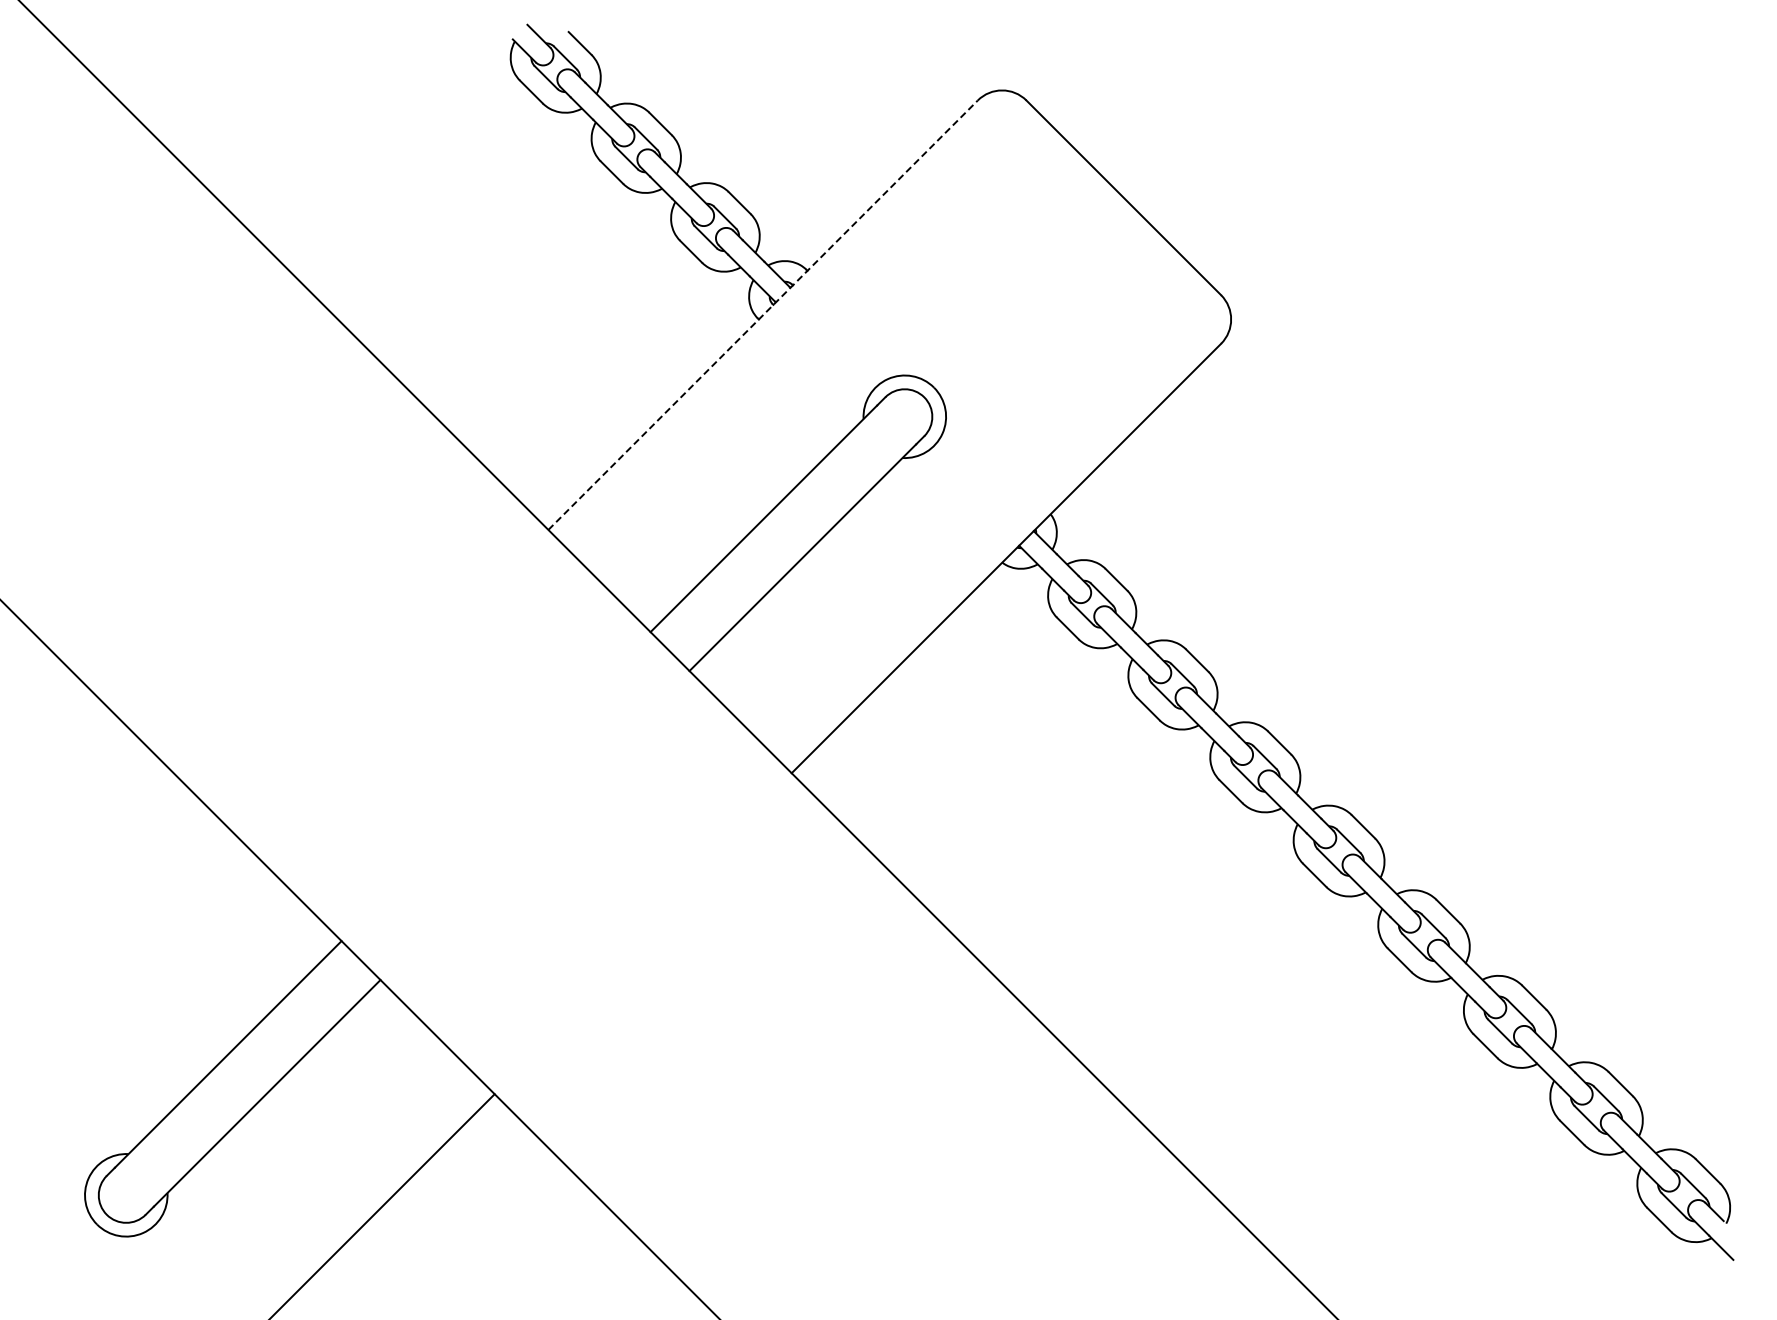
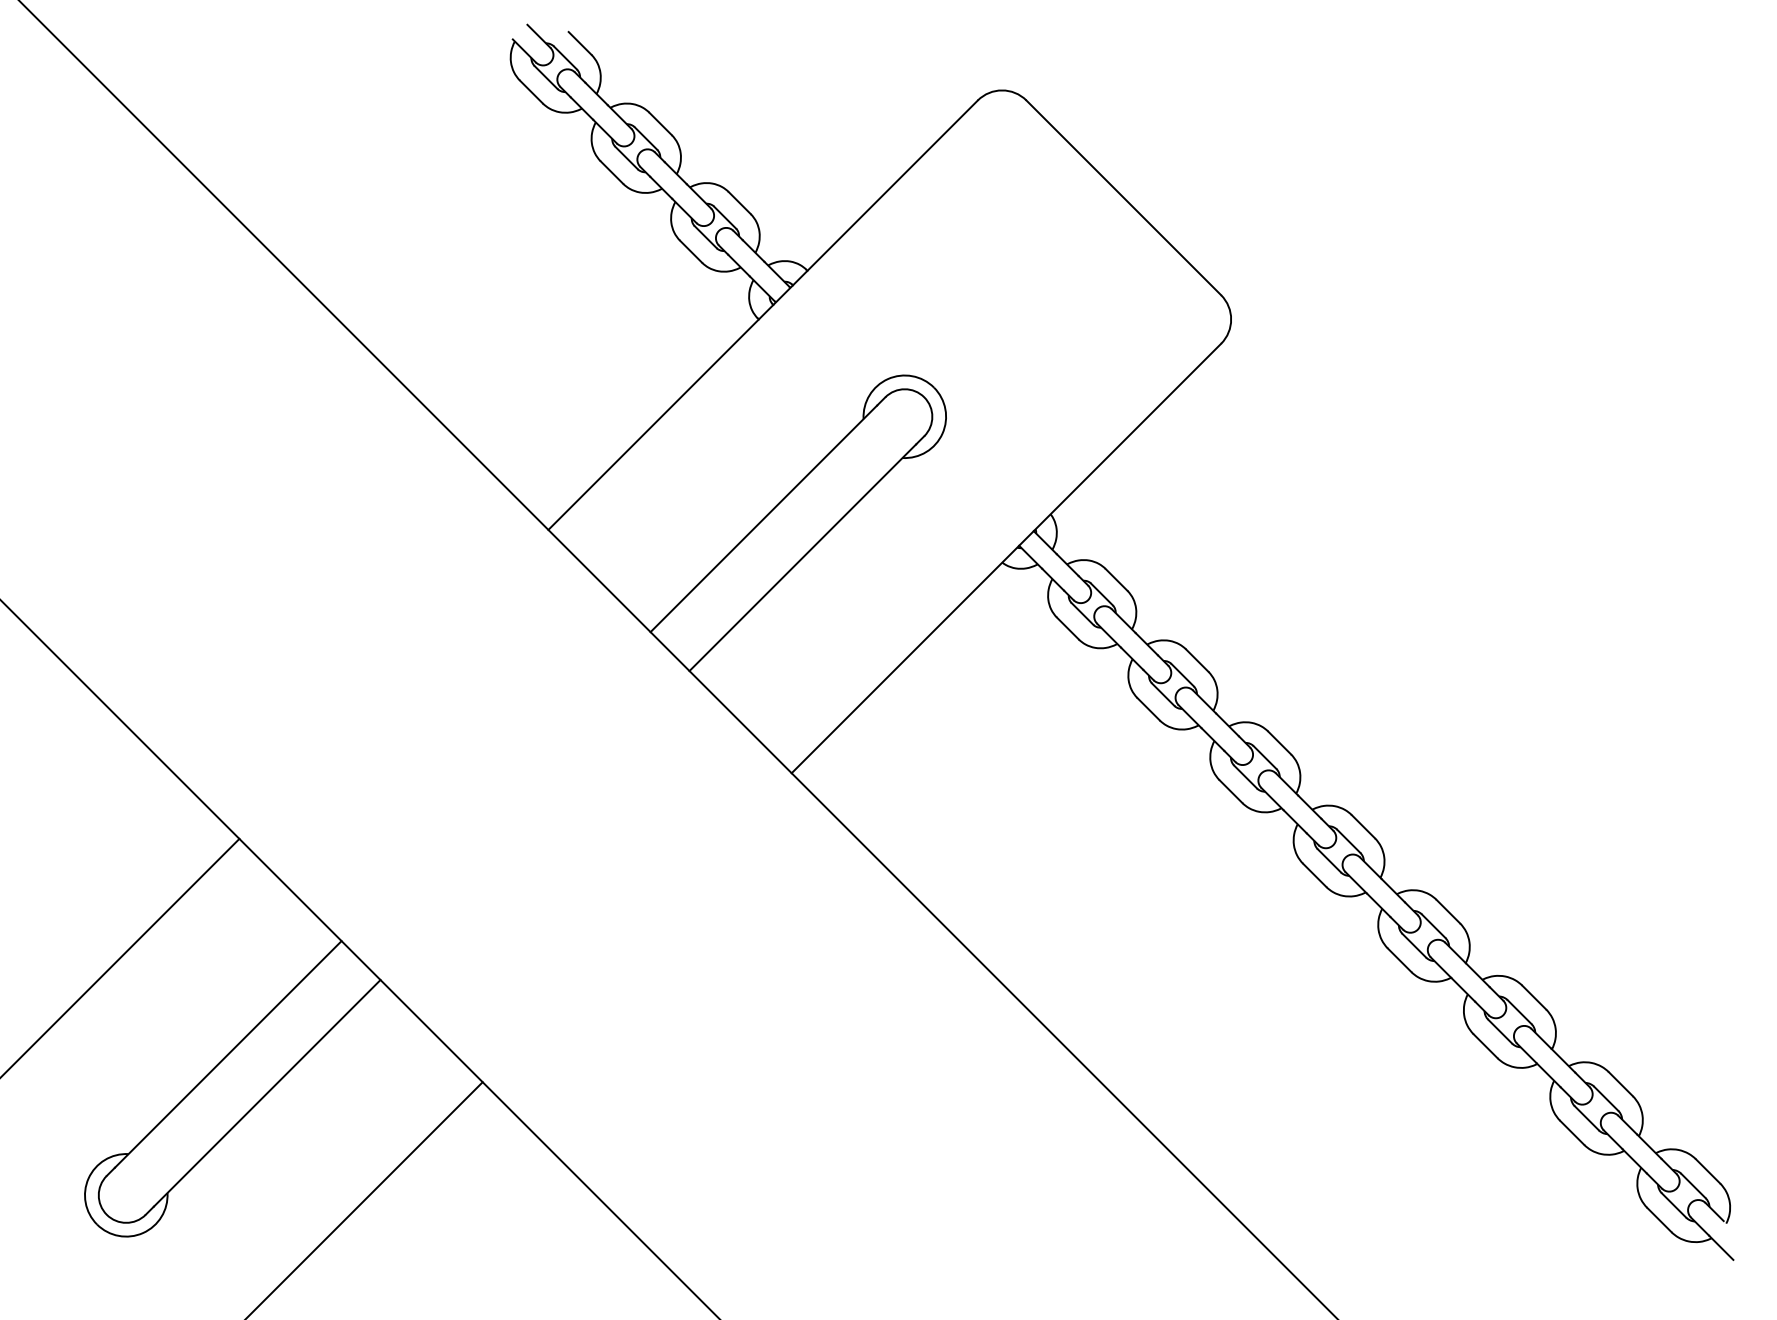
line at (763, 315): dashed -> solid
line at (120, 956): none -> present
line at (383, 1205) position: (383, 1205) -> (365, 1199)
